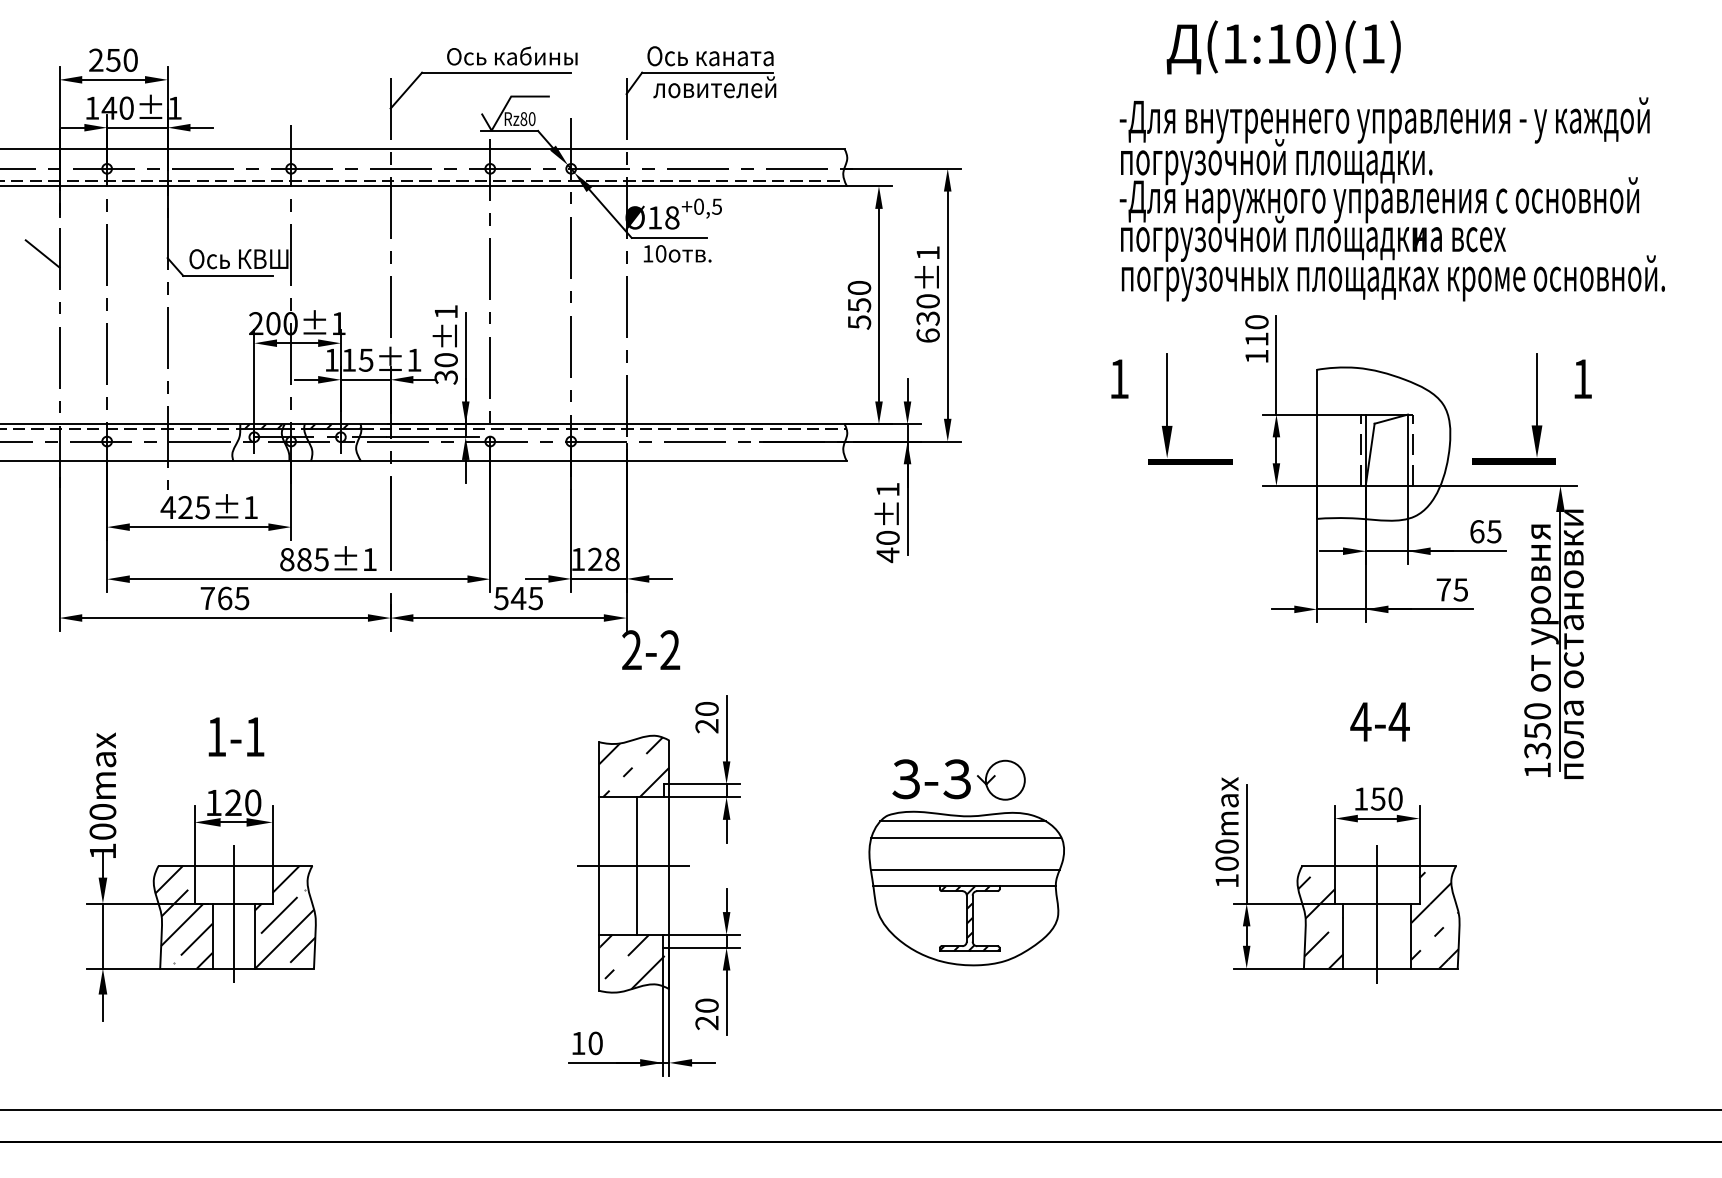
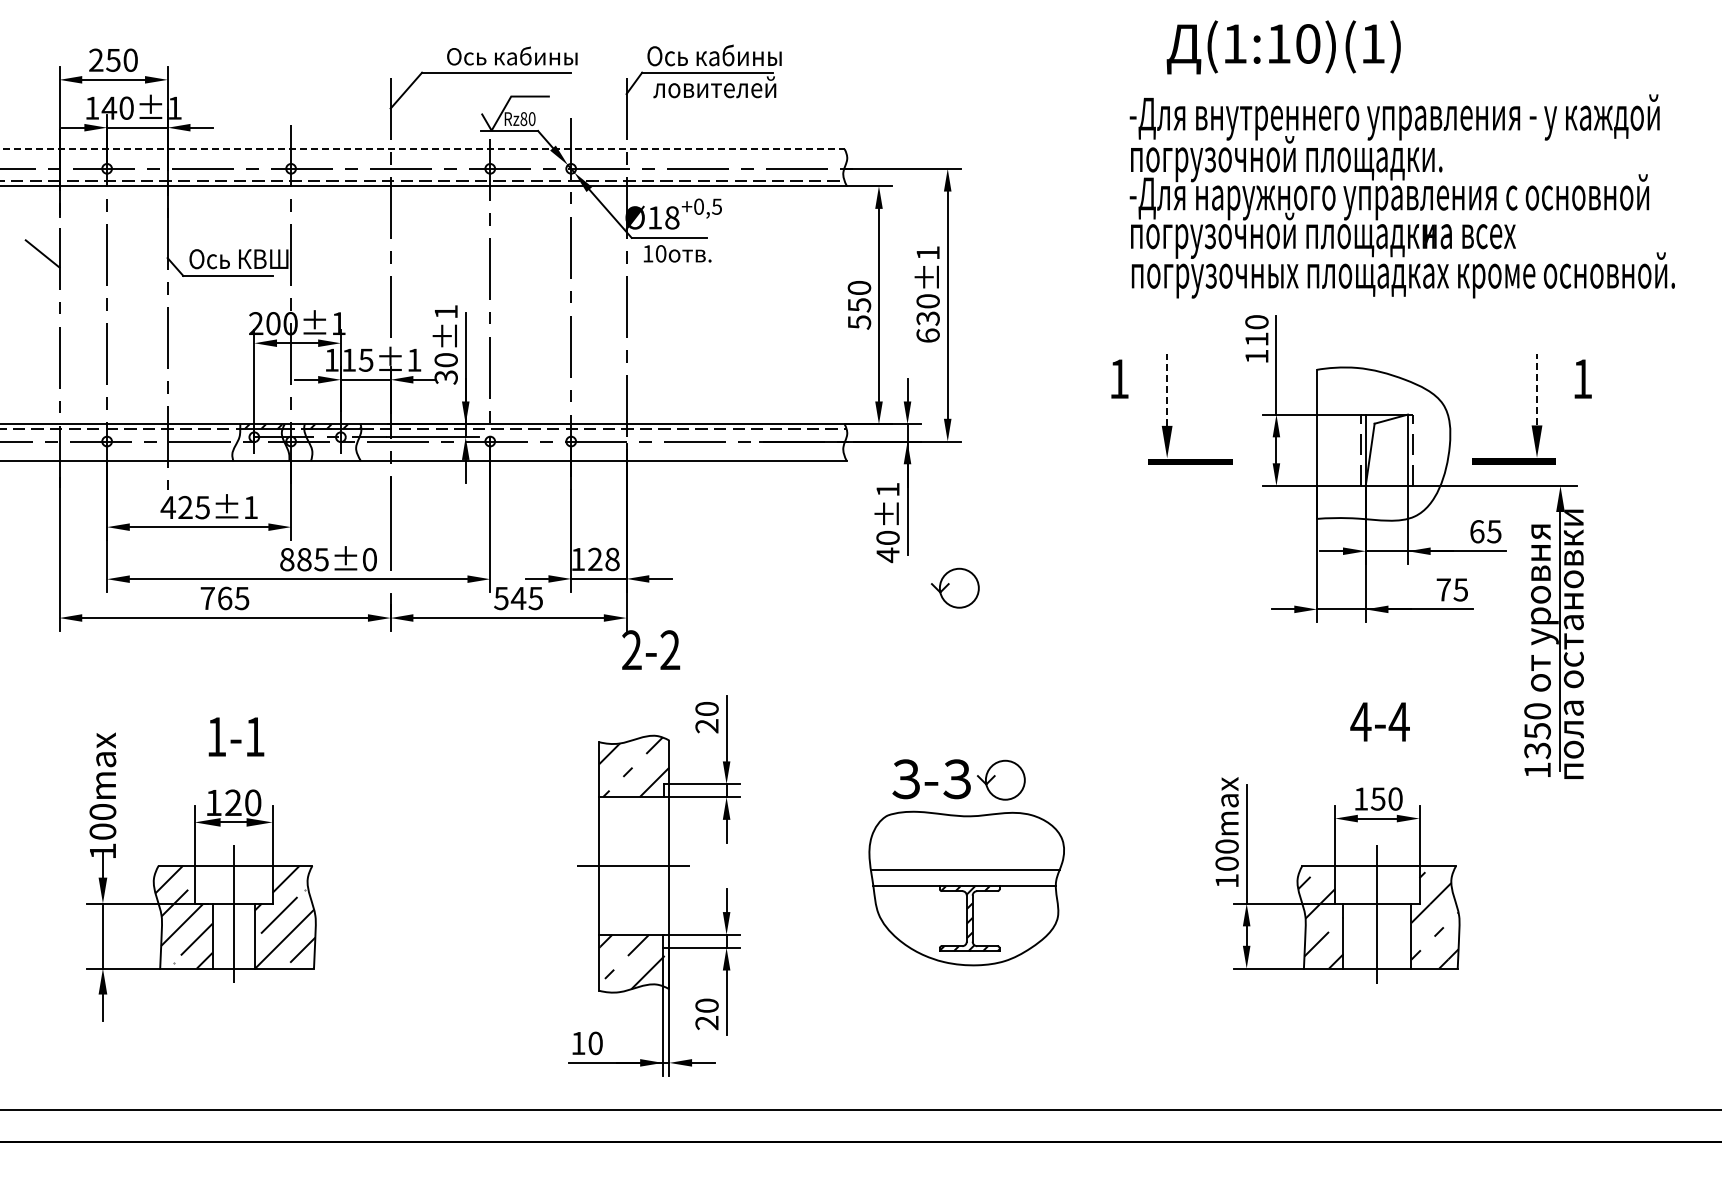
text at (751, 55): Ось каната -> Ось кабины
line at (422, 149): solid -> dashed
text at (1391, 199) position: (1391, 199) -> (1401, 196)
line at (1537, 389): solid -> dashed
line at (1167, 390): solid -> dashed
text at (369, 559): 885±1 -> 885±0
part at (955, 587): none -> present
line at (962, 821): present -> none
line at (966, 837): present -> none
line at (636, 865): present -> none
